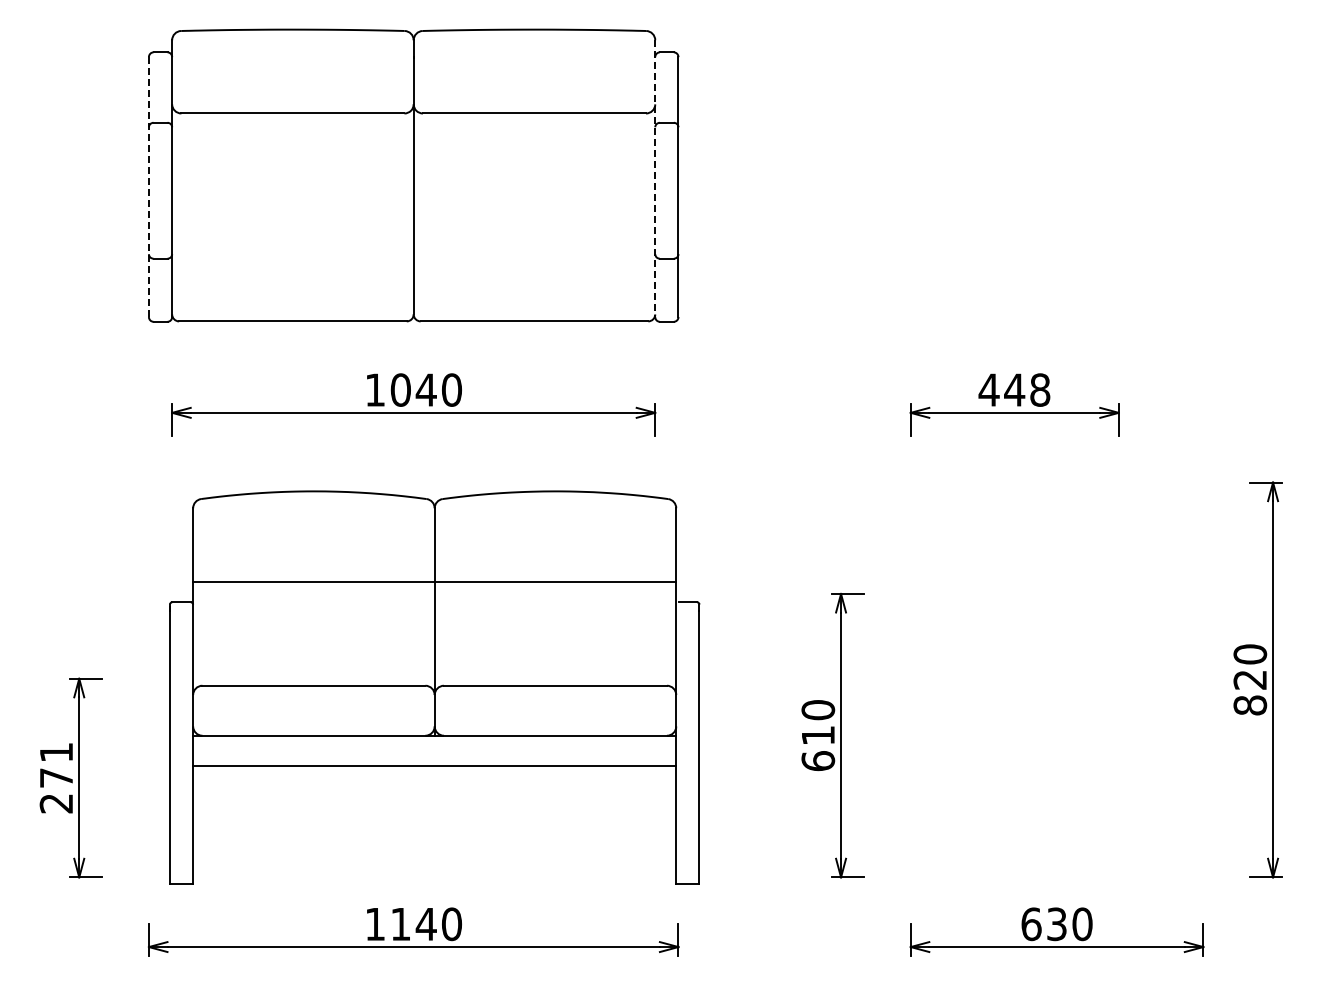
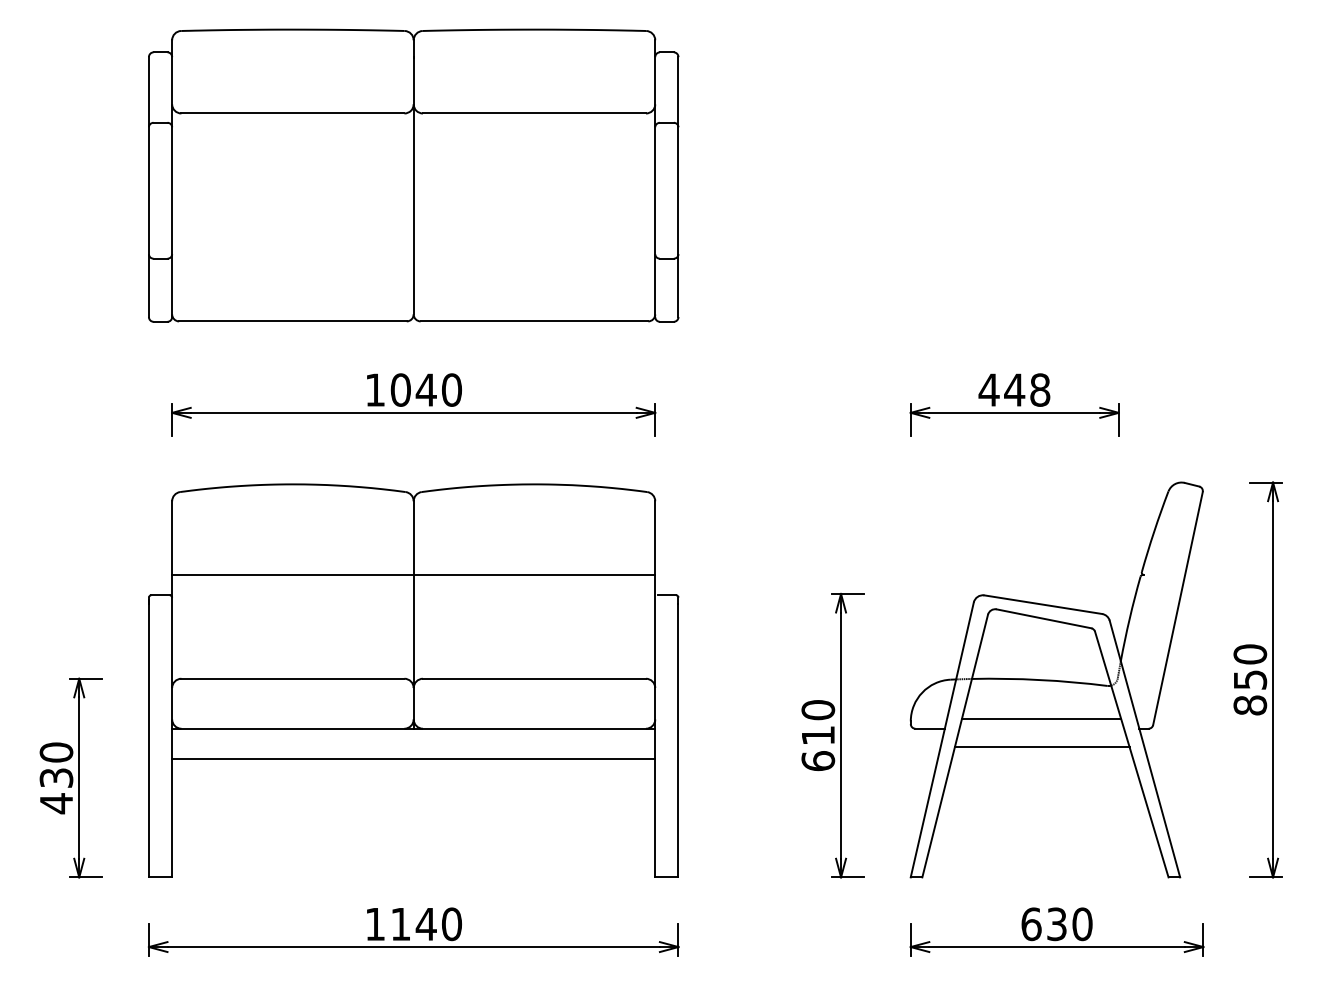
line at (655, 179): dashed -> solid
line at (148, 187): dashed -> solid
part at (1056, 679): none -> present
text at (1250, 679): 820 -> 850
part at (434, 687) position: (434, 687) -> (413, 680)
text at (56, 778): 271 -> 430
